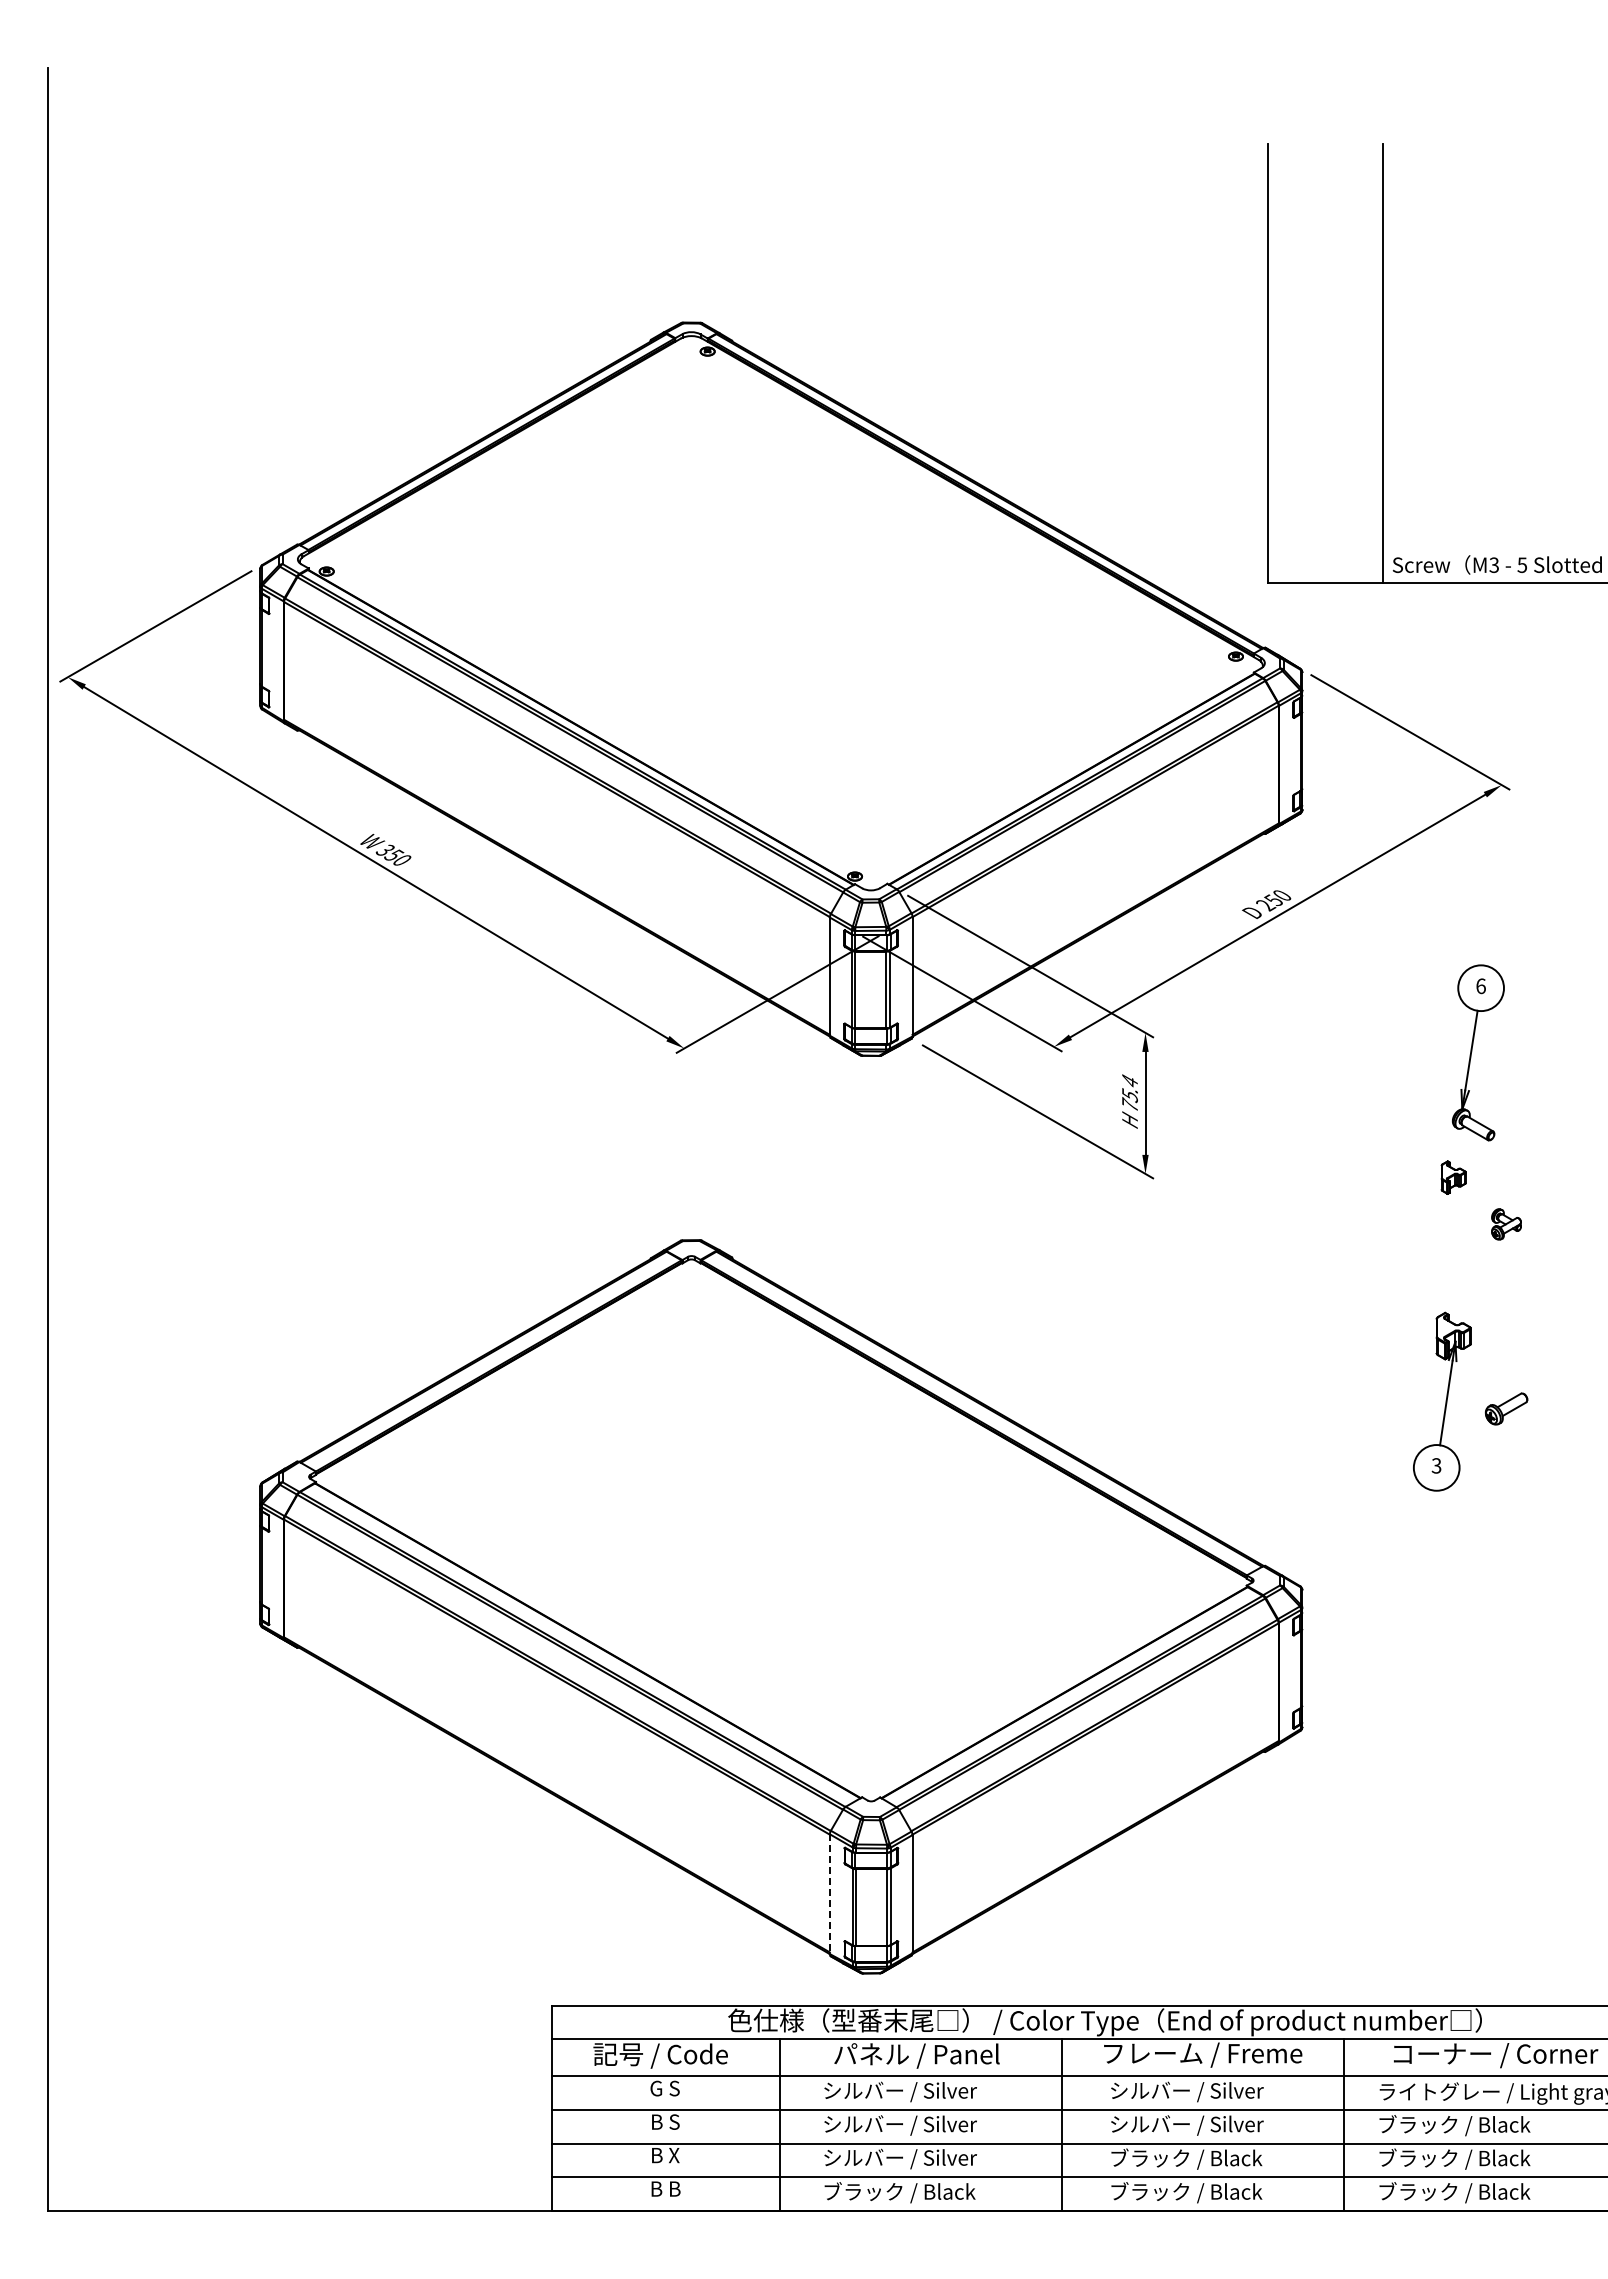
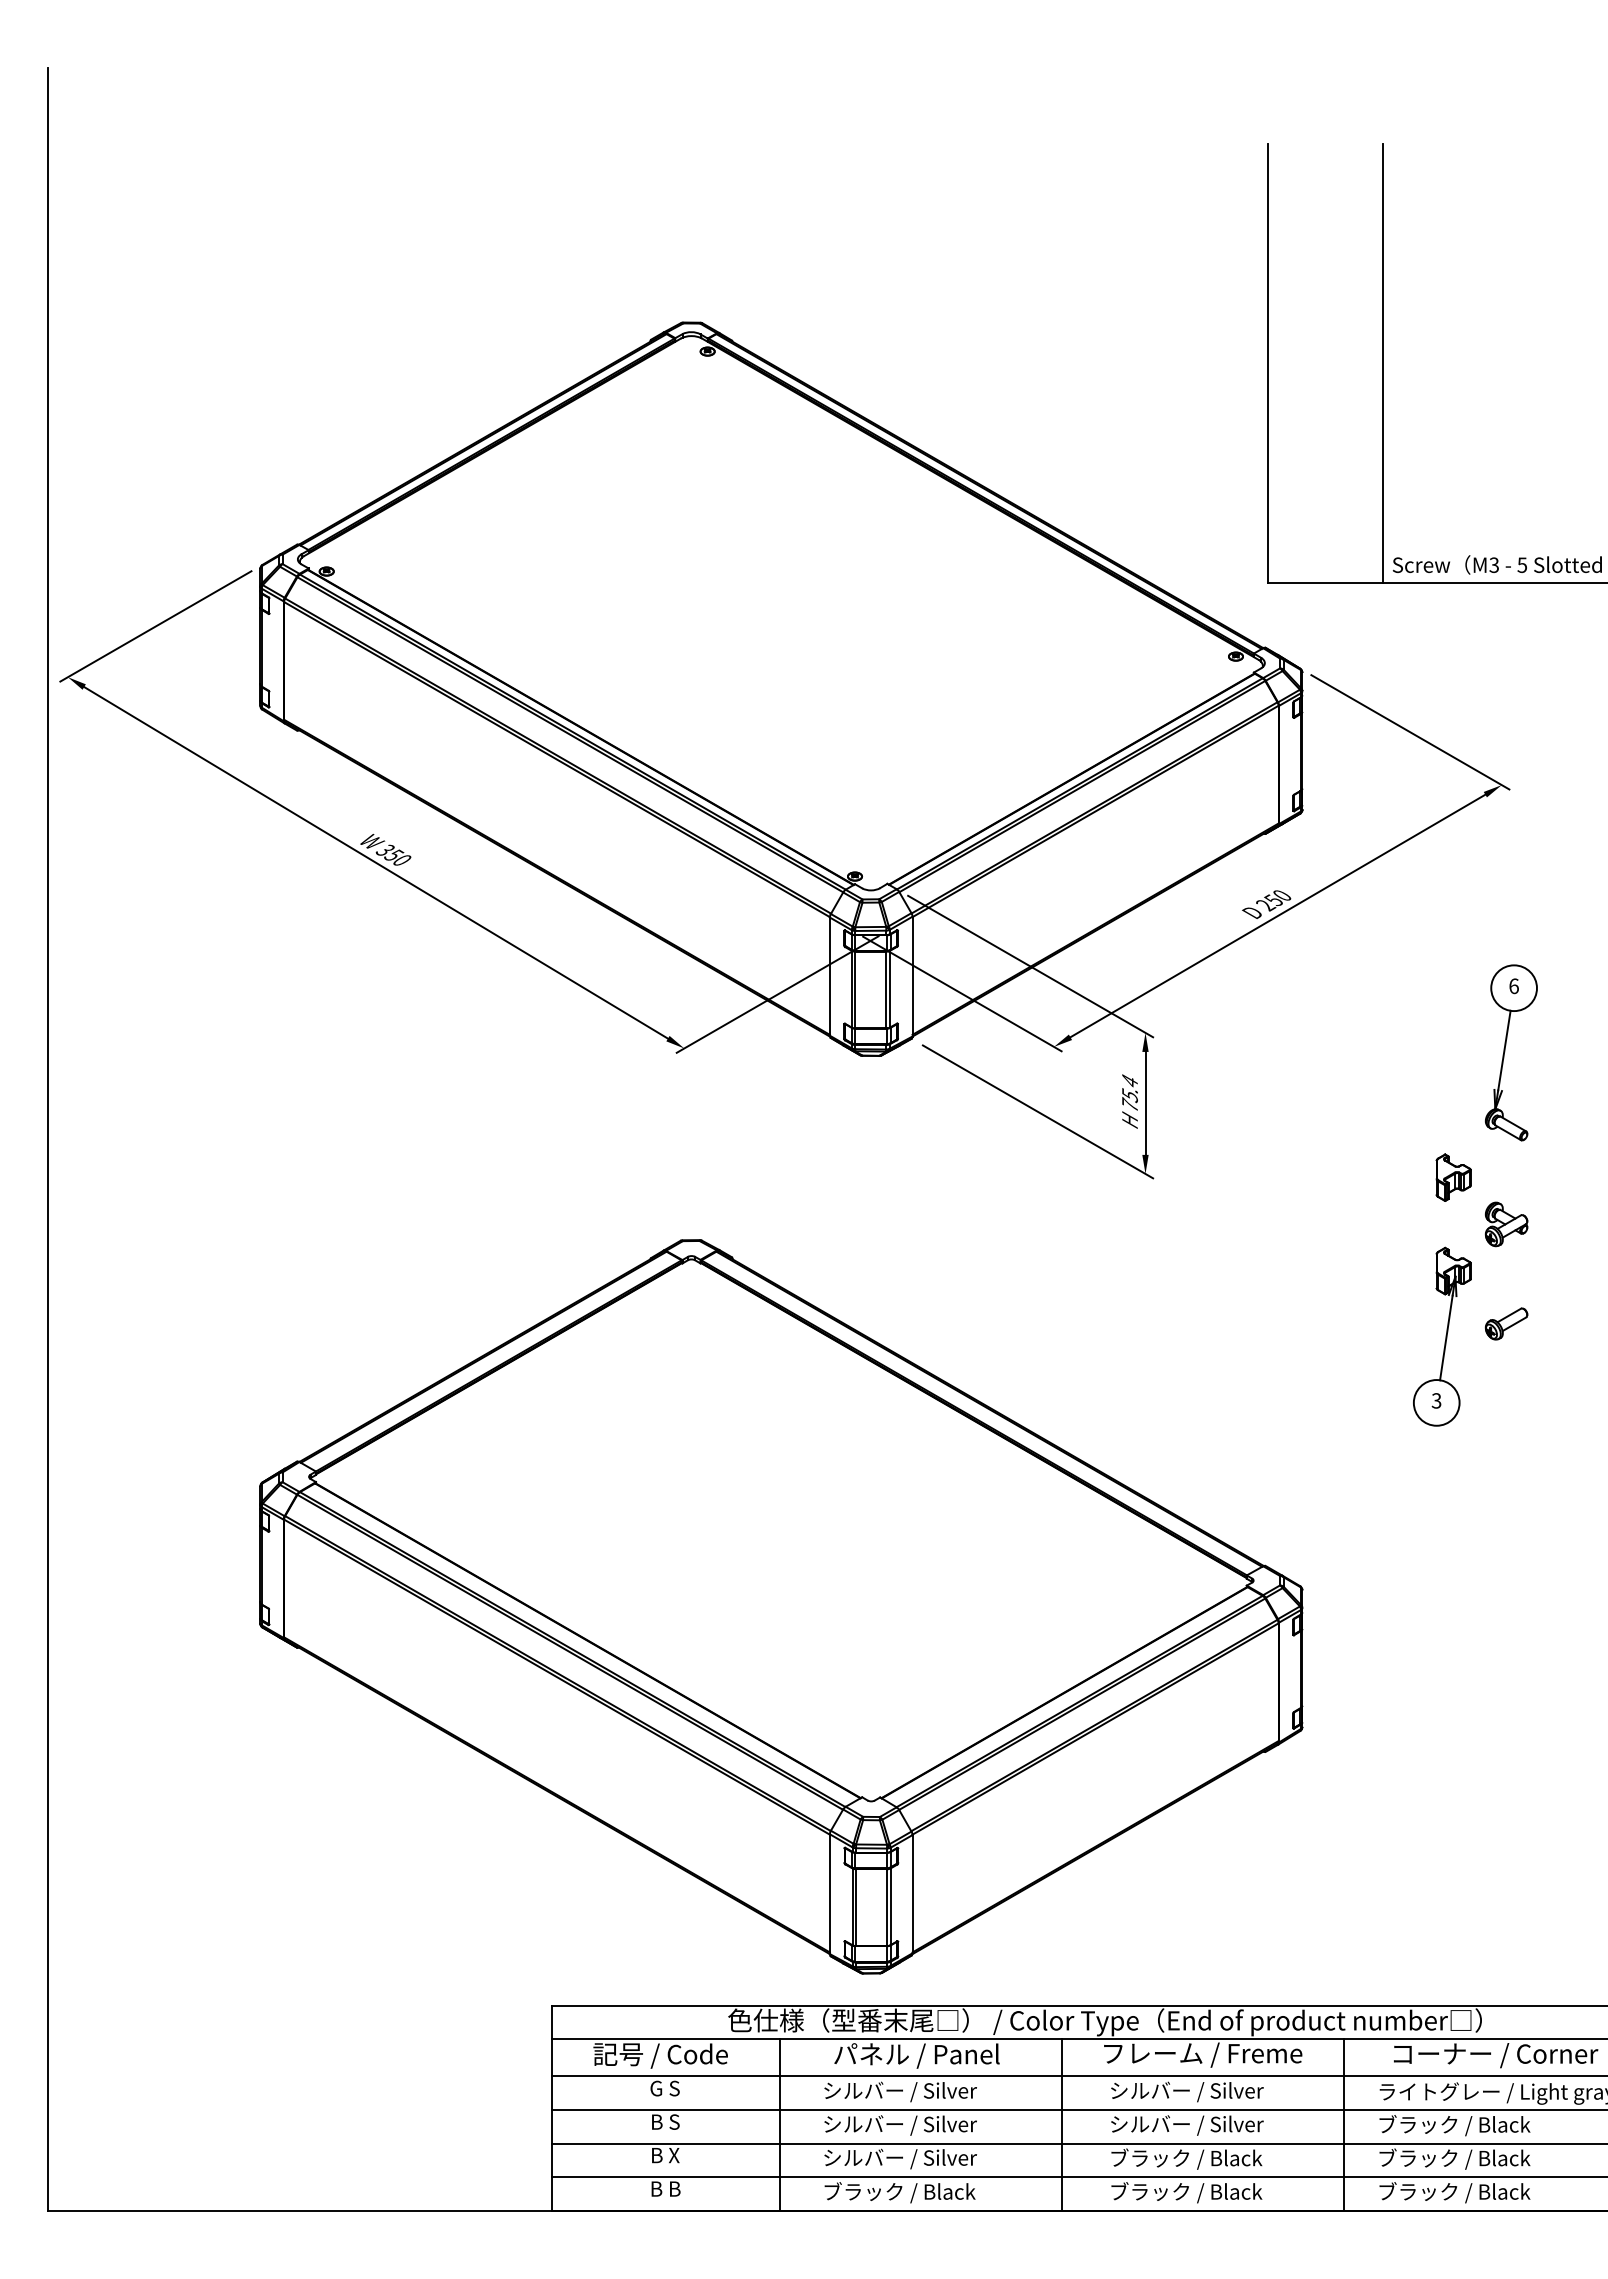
part at (1477, 1052) position: (1477, 1052) -> (1510, 1052)
part at (1453, 1177) size: 27x35 px -> 37x49 px
part at (1506, 1224) size: 31x33 px -> 45x47 px
part at (1442, 1401) position: (1442, 1401) -> (1442, 1336)
part at (1506, 1408) position: (1506, 1408) -> (1506, 1323)
line at (829, 1894): dashed -> solid
